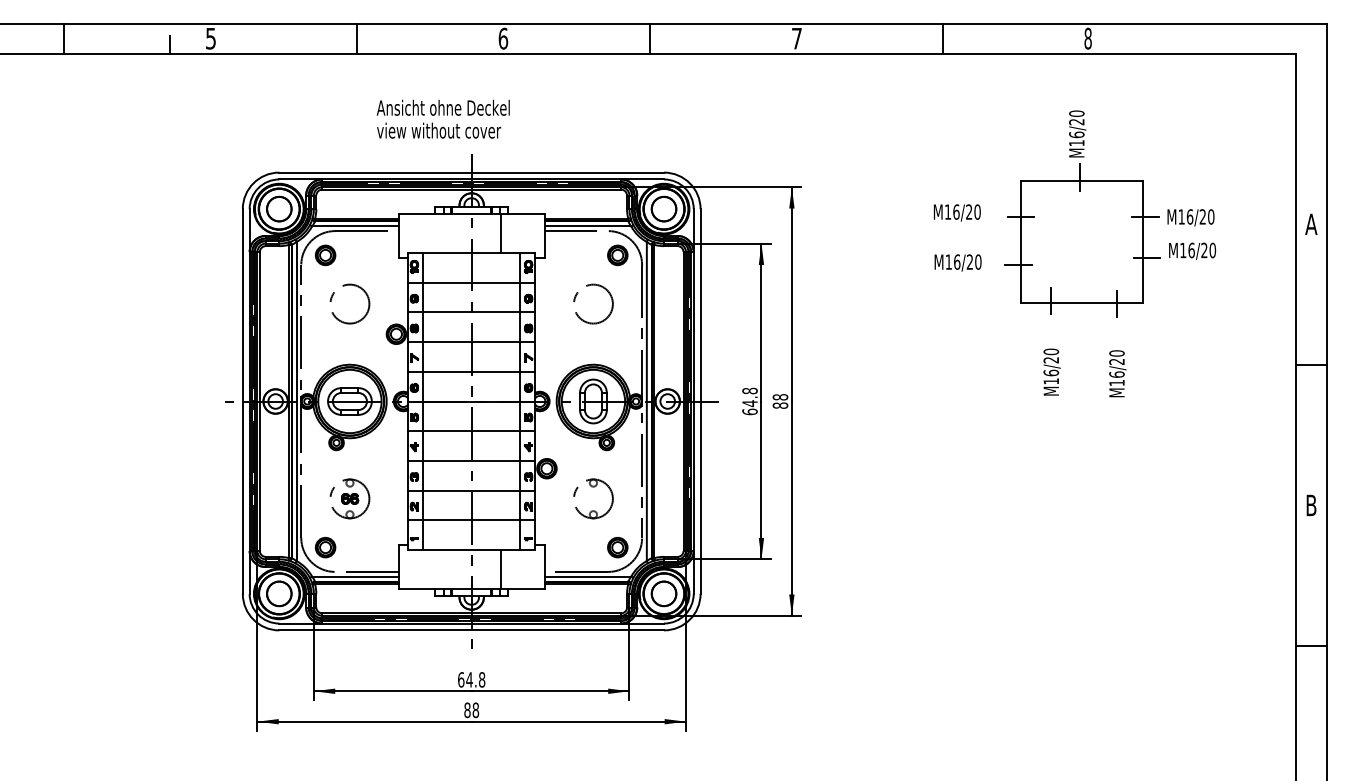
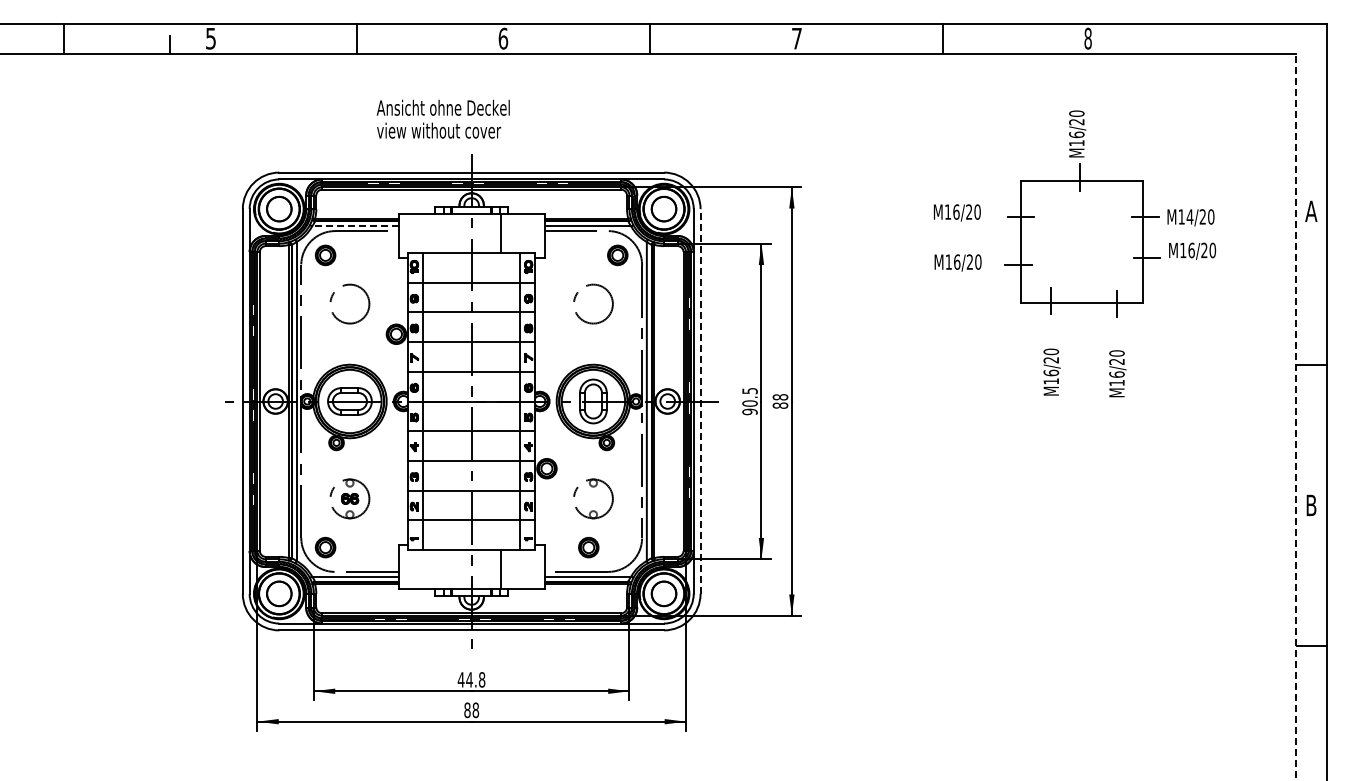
text at (1189, 216): M16/20 -> M14/20
text at (1311, 223) position: (1311, 223) -> (1311, 210)
line at (354, 226): solid -> dashed
line at (700, 401): solid -> dashed
text at (749, 401): 64.8 -> 90.5
line at (1296, 416): solid -> dashed
part at (617, 547) position: (617, 547) -> (588, 547)
text at (460, 679): 64.8 -> 44.8
